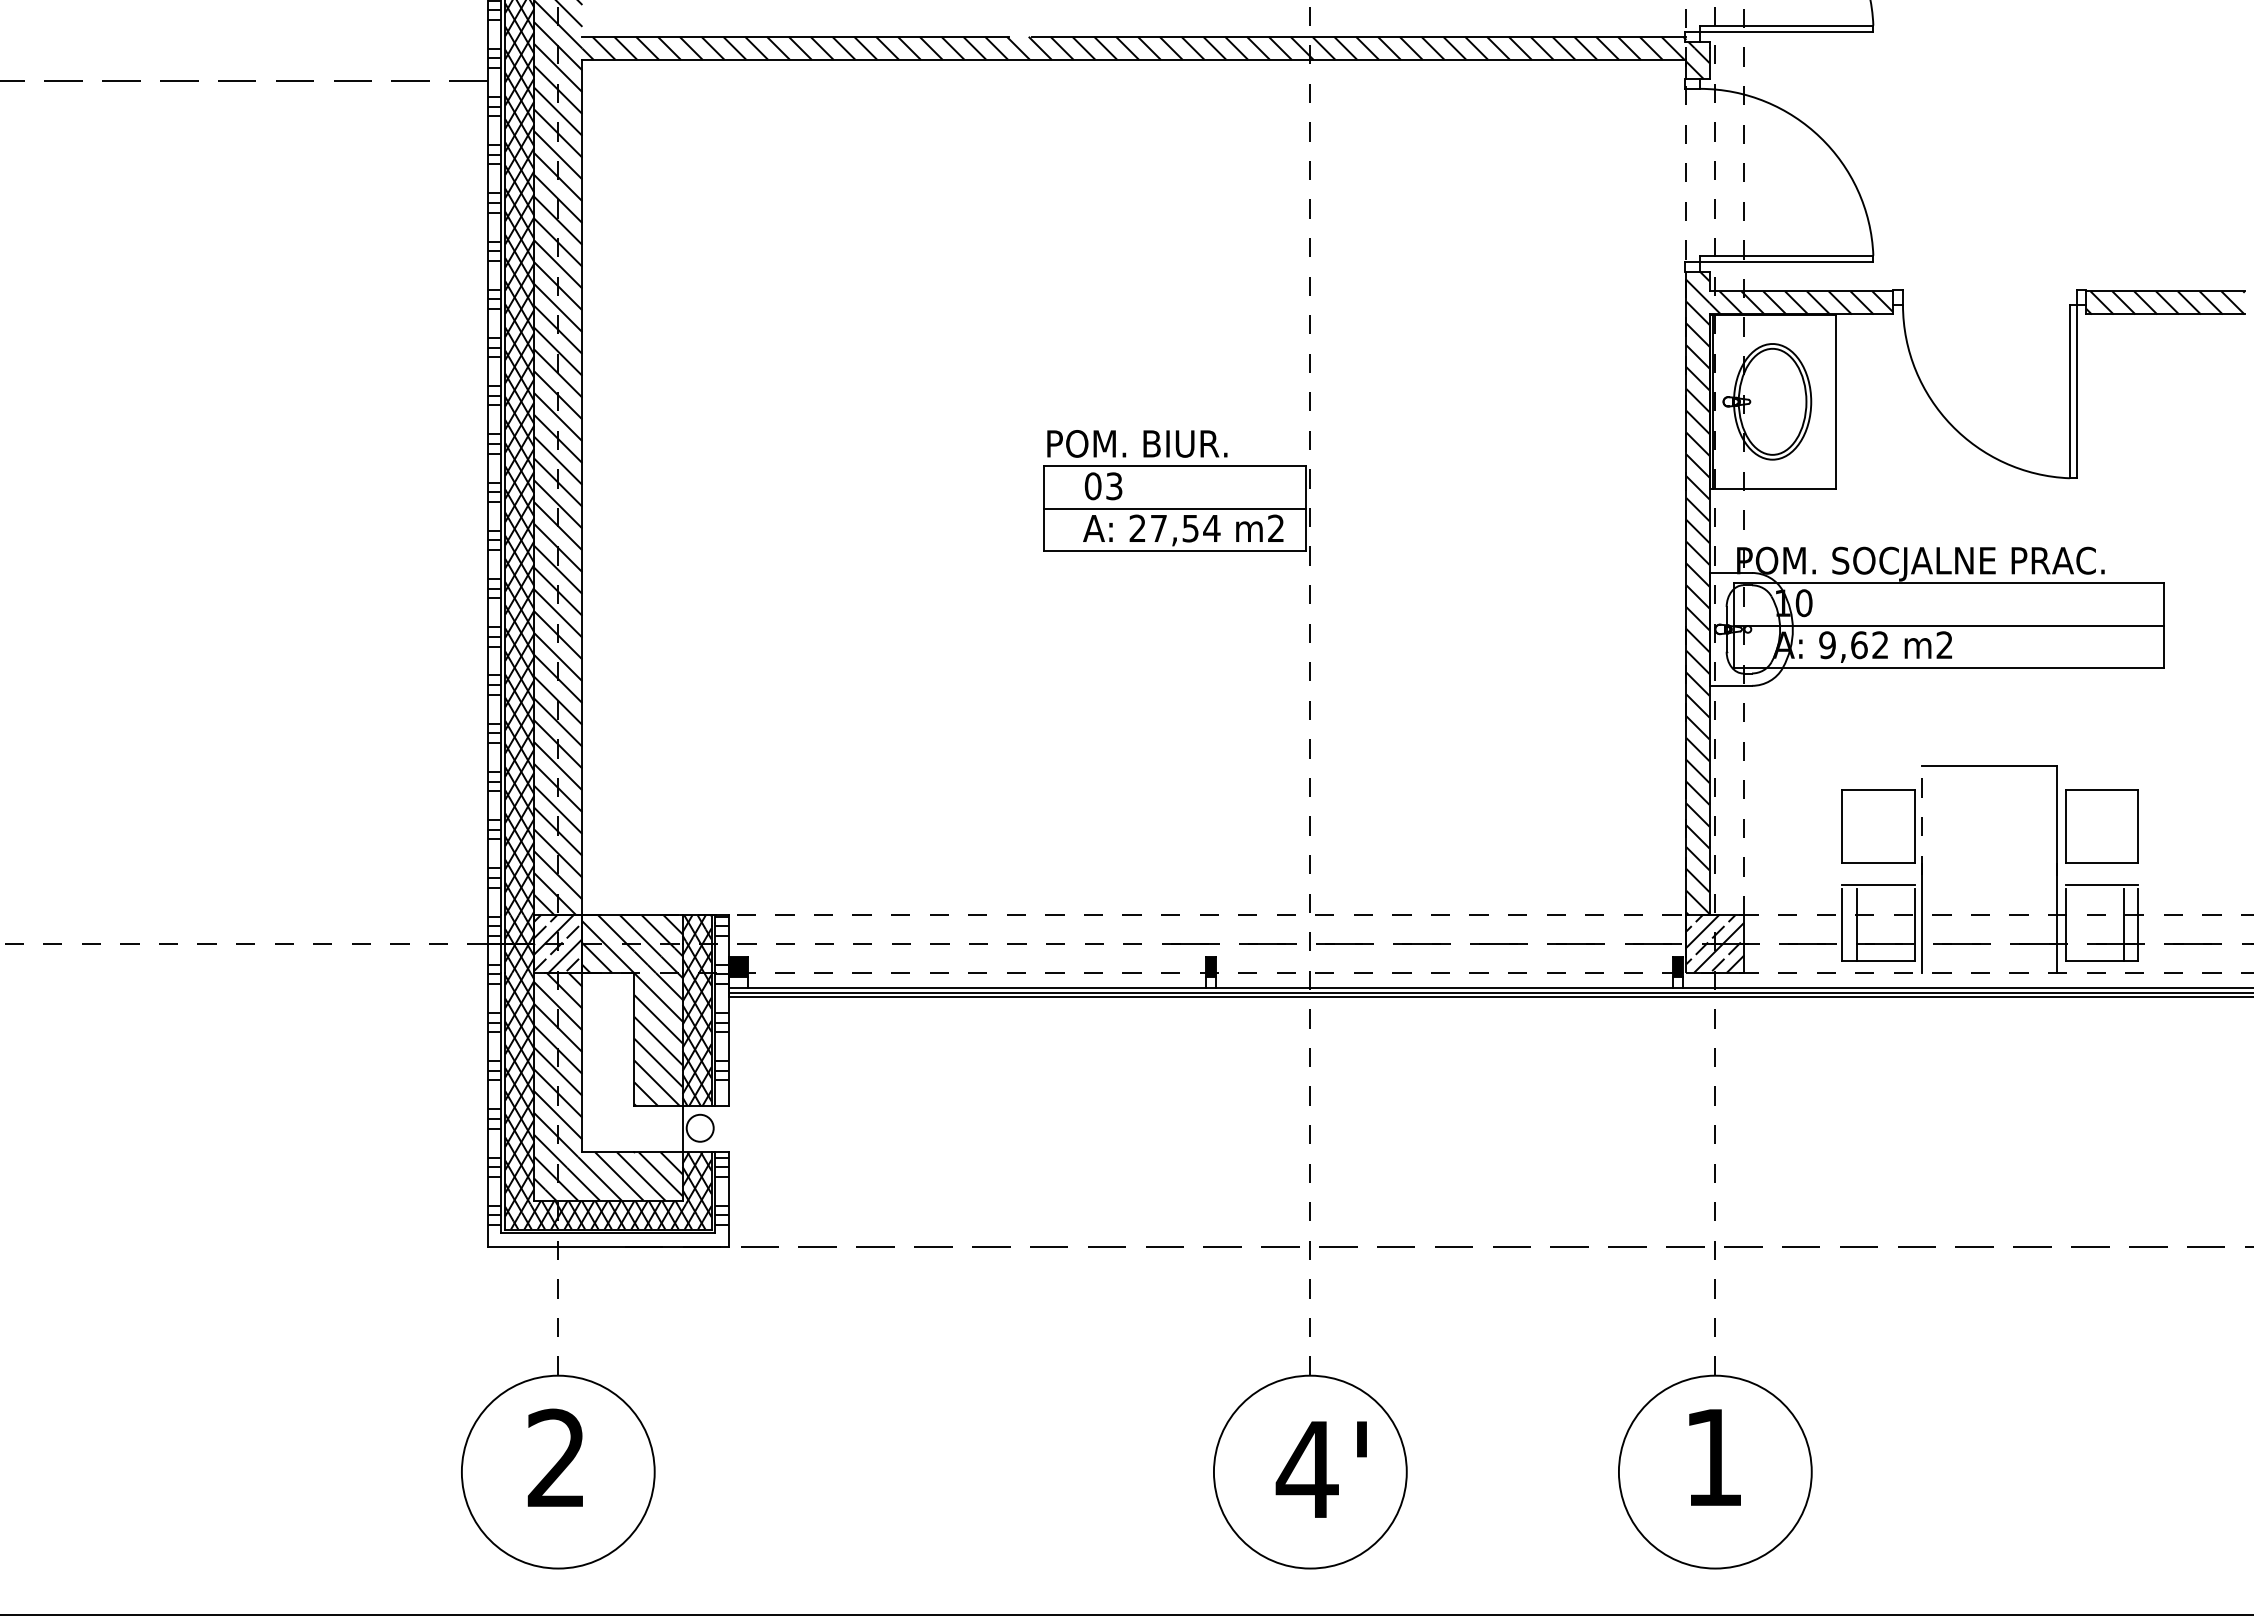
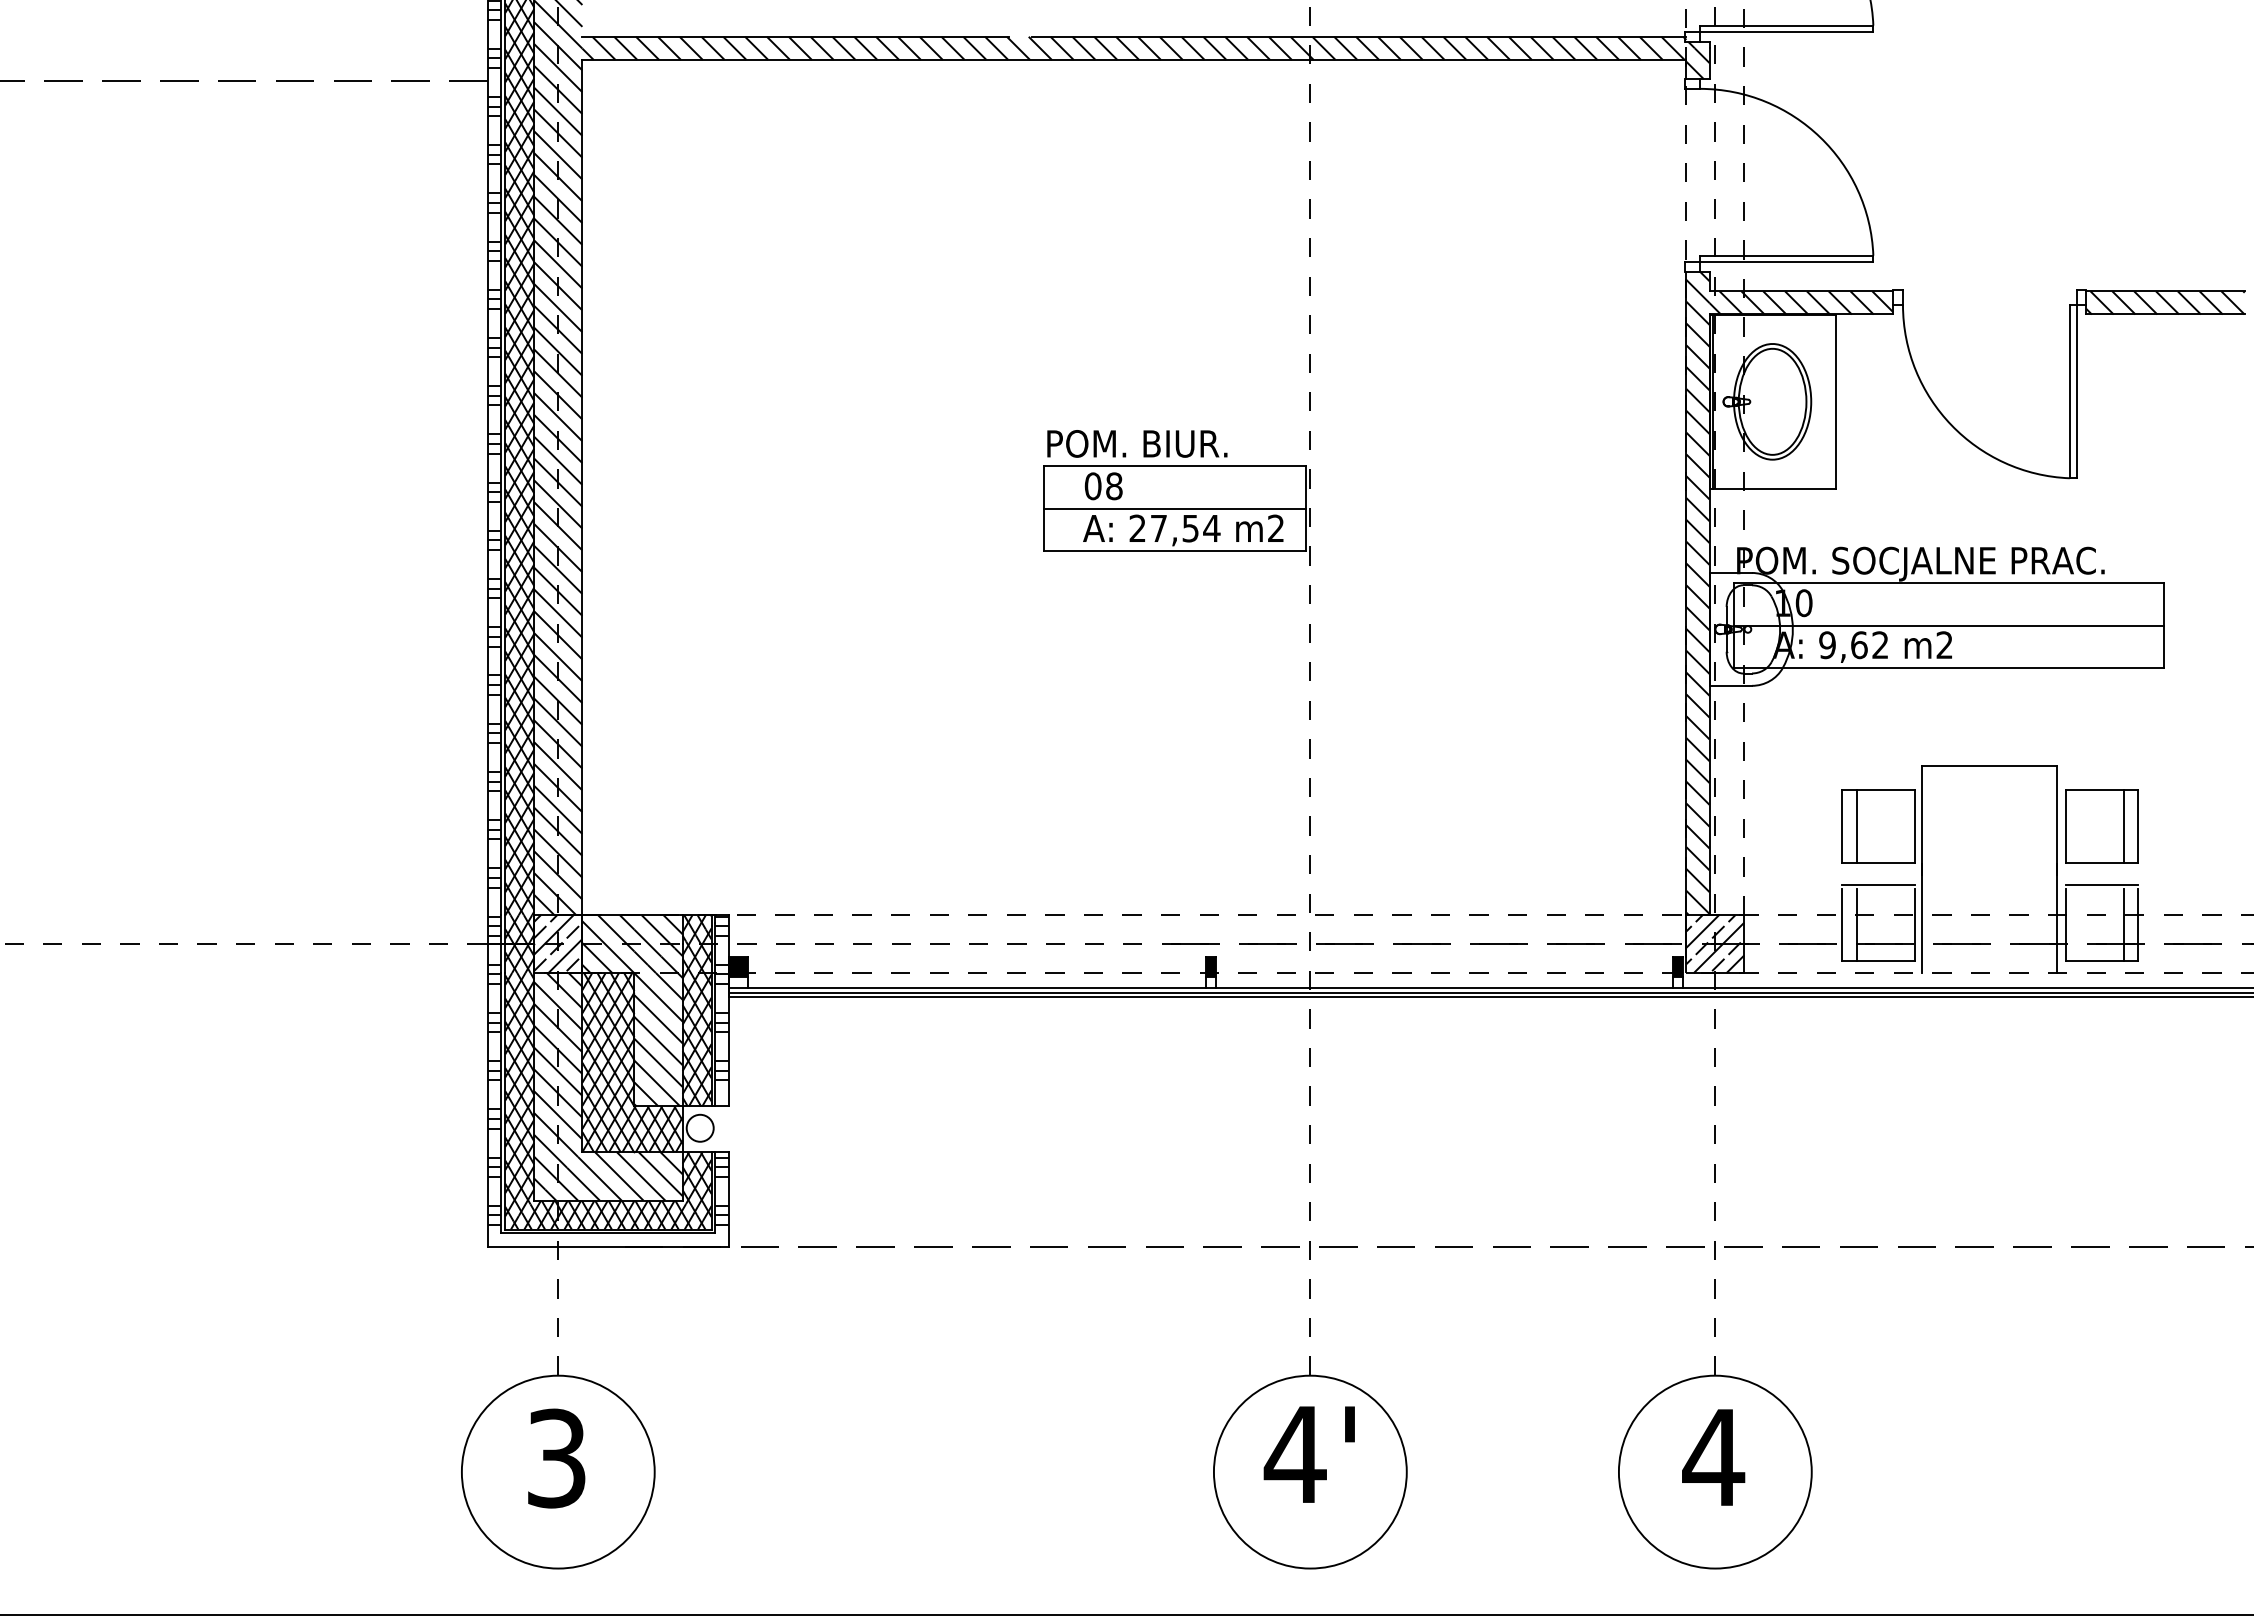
text at (1114, 486): 03 -> 08
line at (1922, 820): dashed -> solid
line at (1857, 826): none -> present
line at (2123, 826): none -> present
hatch at (632, 1062): none -> present
text at (1713, 1457): 1 -> 4
text at (556, 1458): 2 -> 3
text at (1320, 1469) position: (1320, 1469) -> (1308, 1454)
